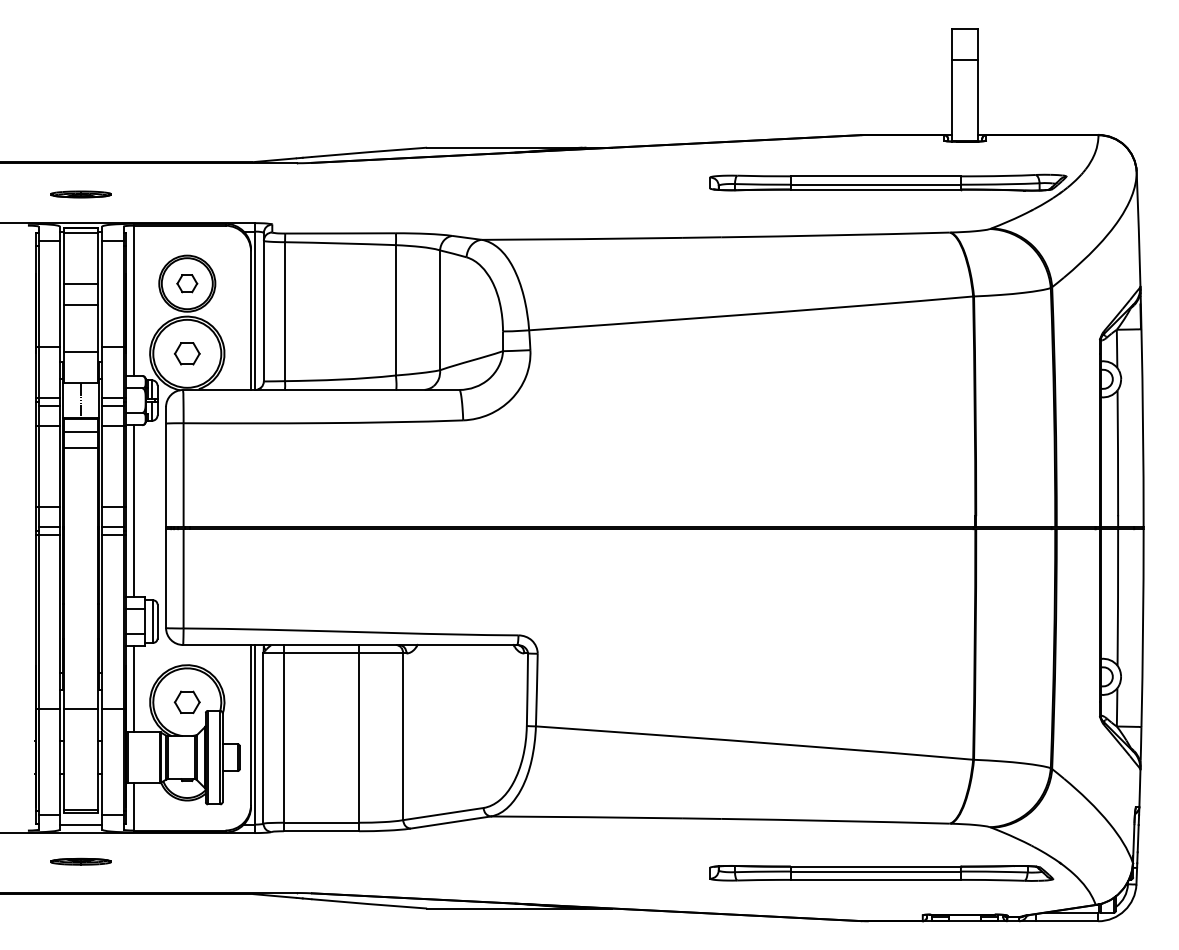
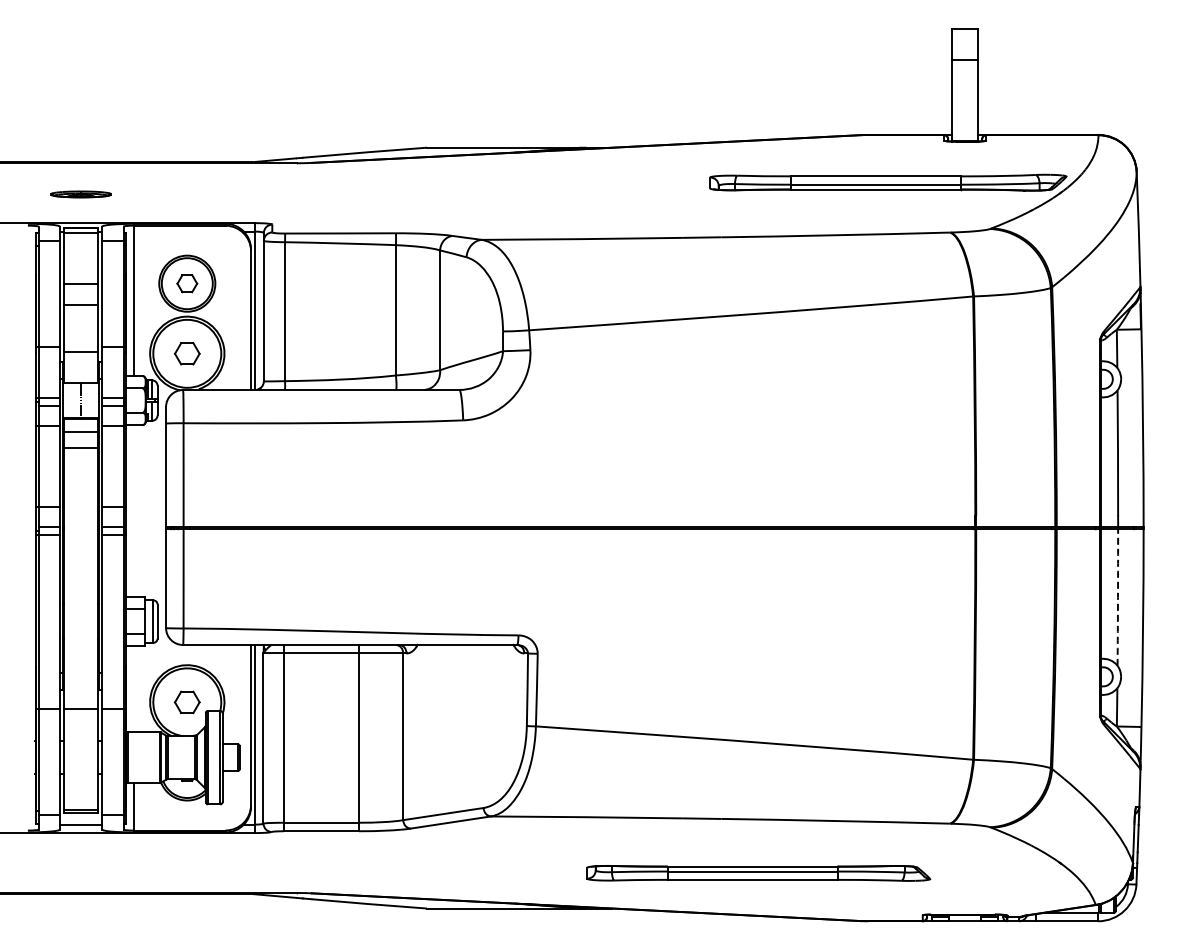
line at (134, 511): present -> none
arc at (1118, 597): solid -> dashed
line at (134, 689): present -> none
part at (80, 861): present -> none
part at (881, 873) position: (881, 873) -> (758, 873)
